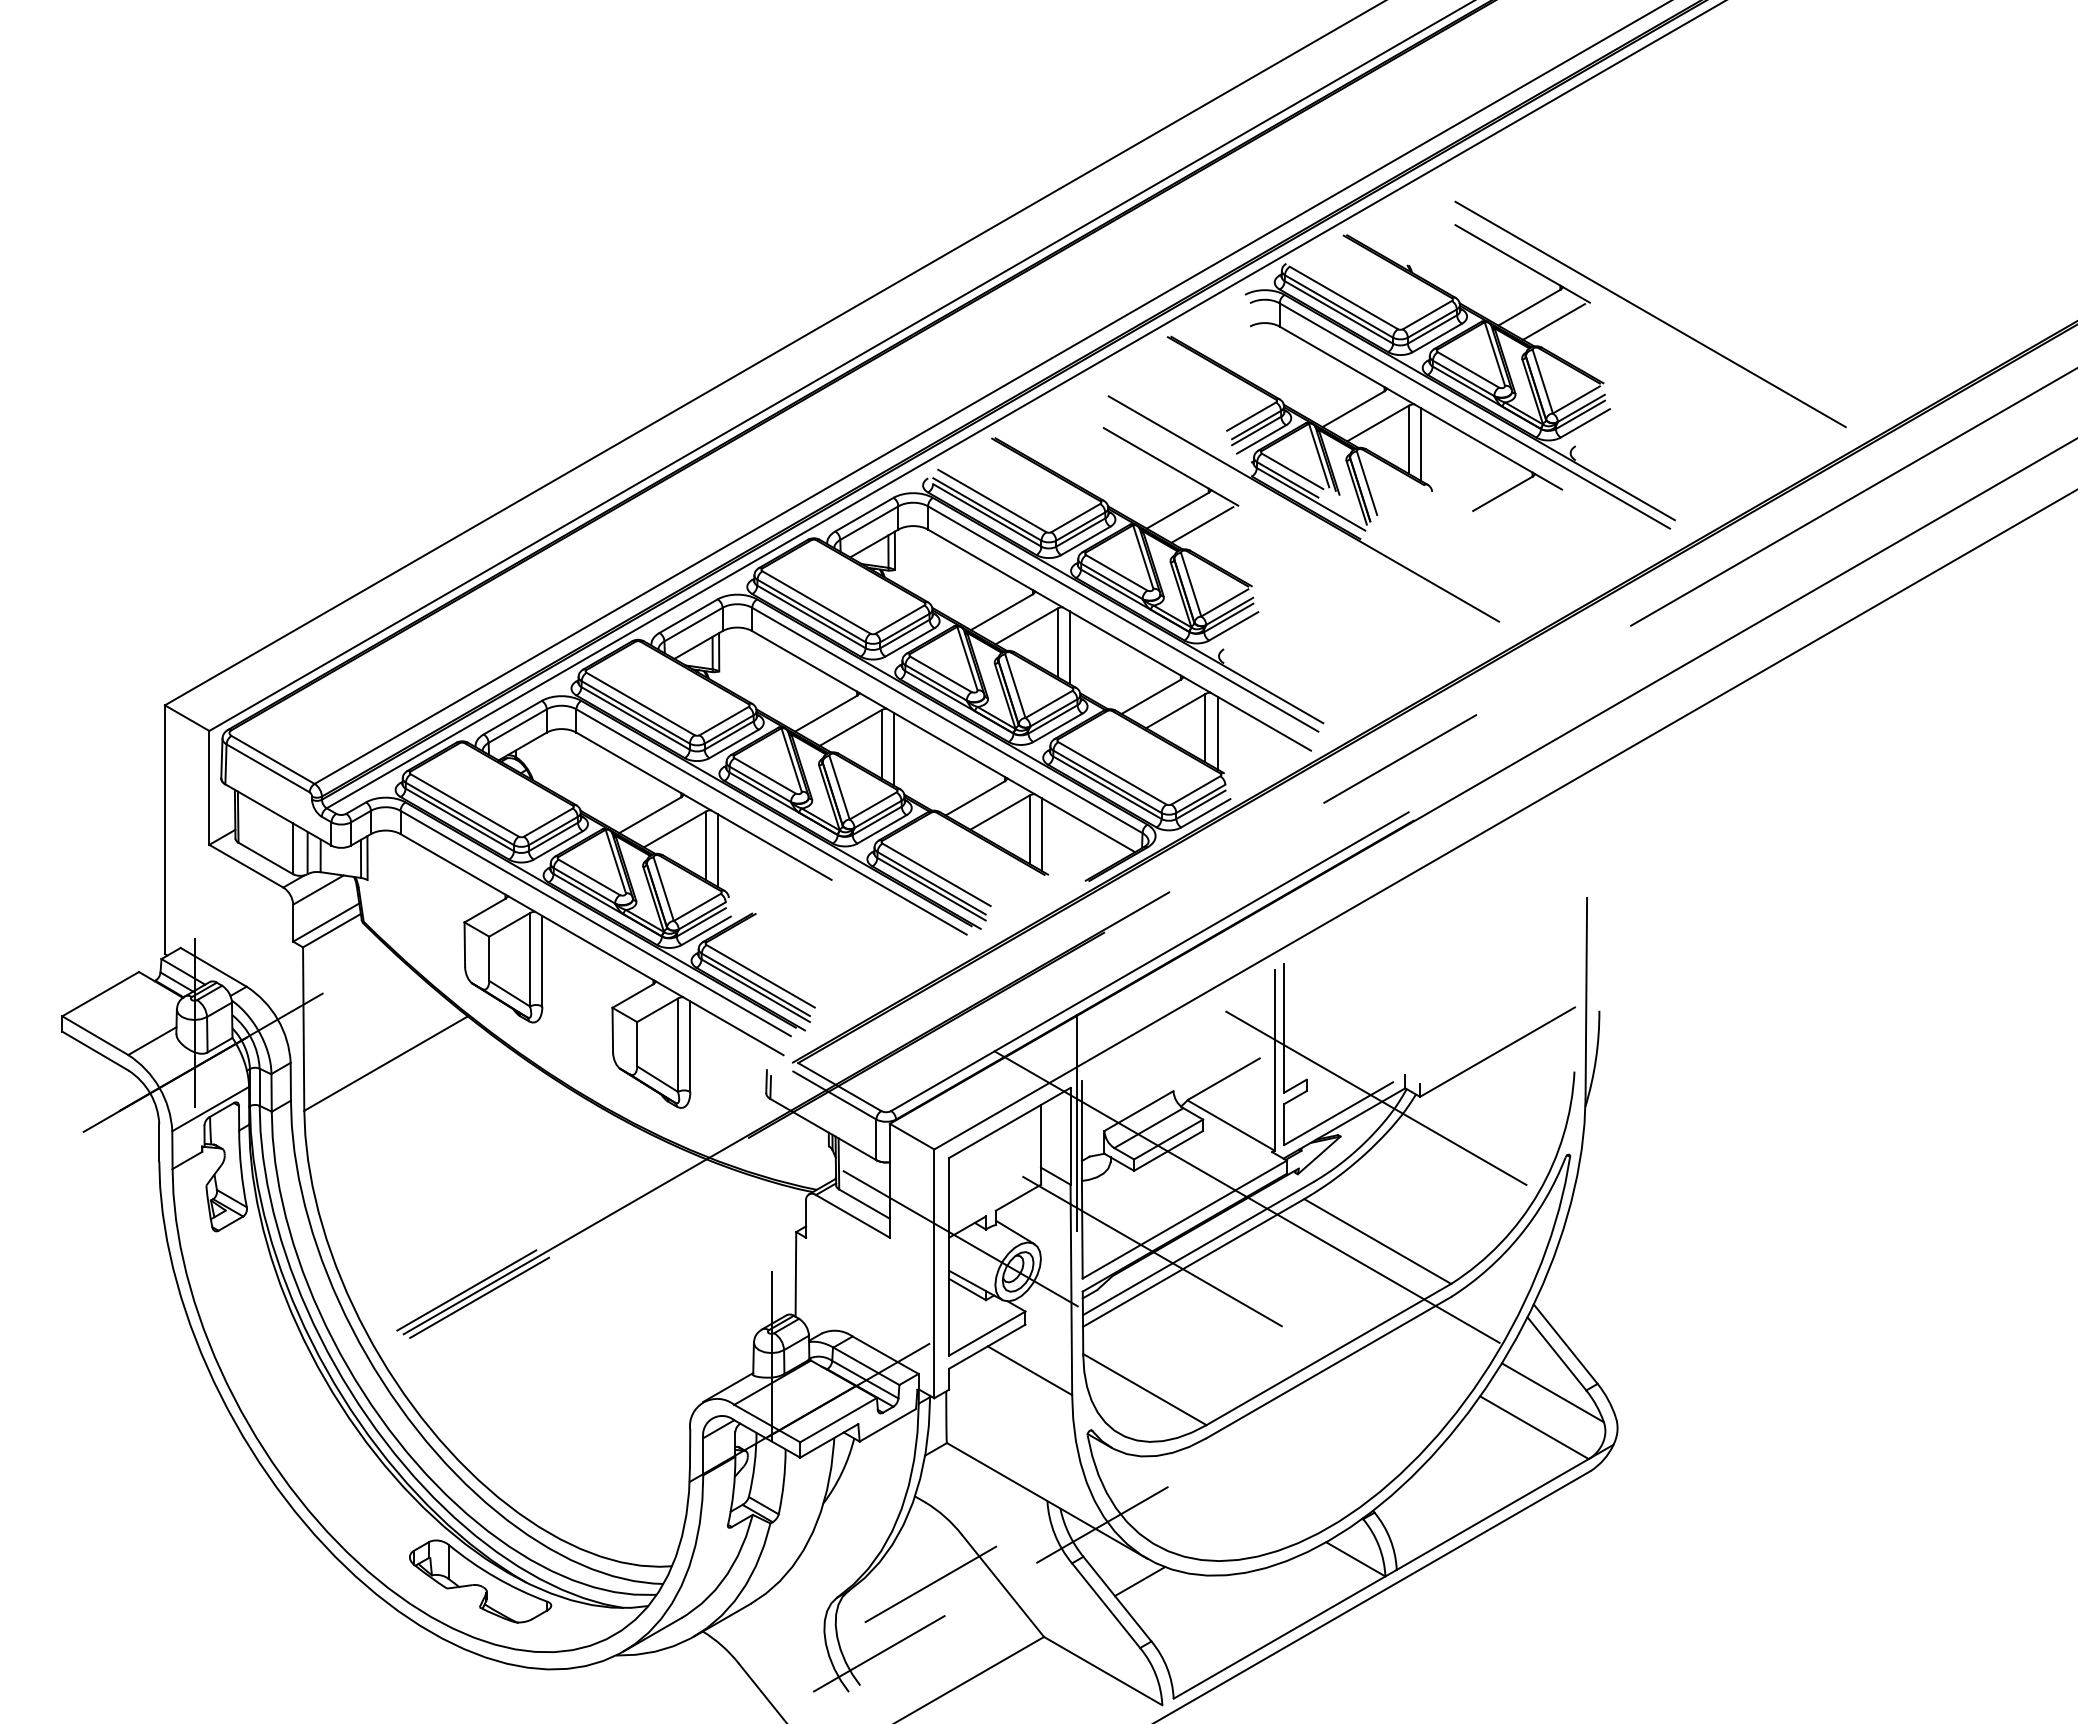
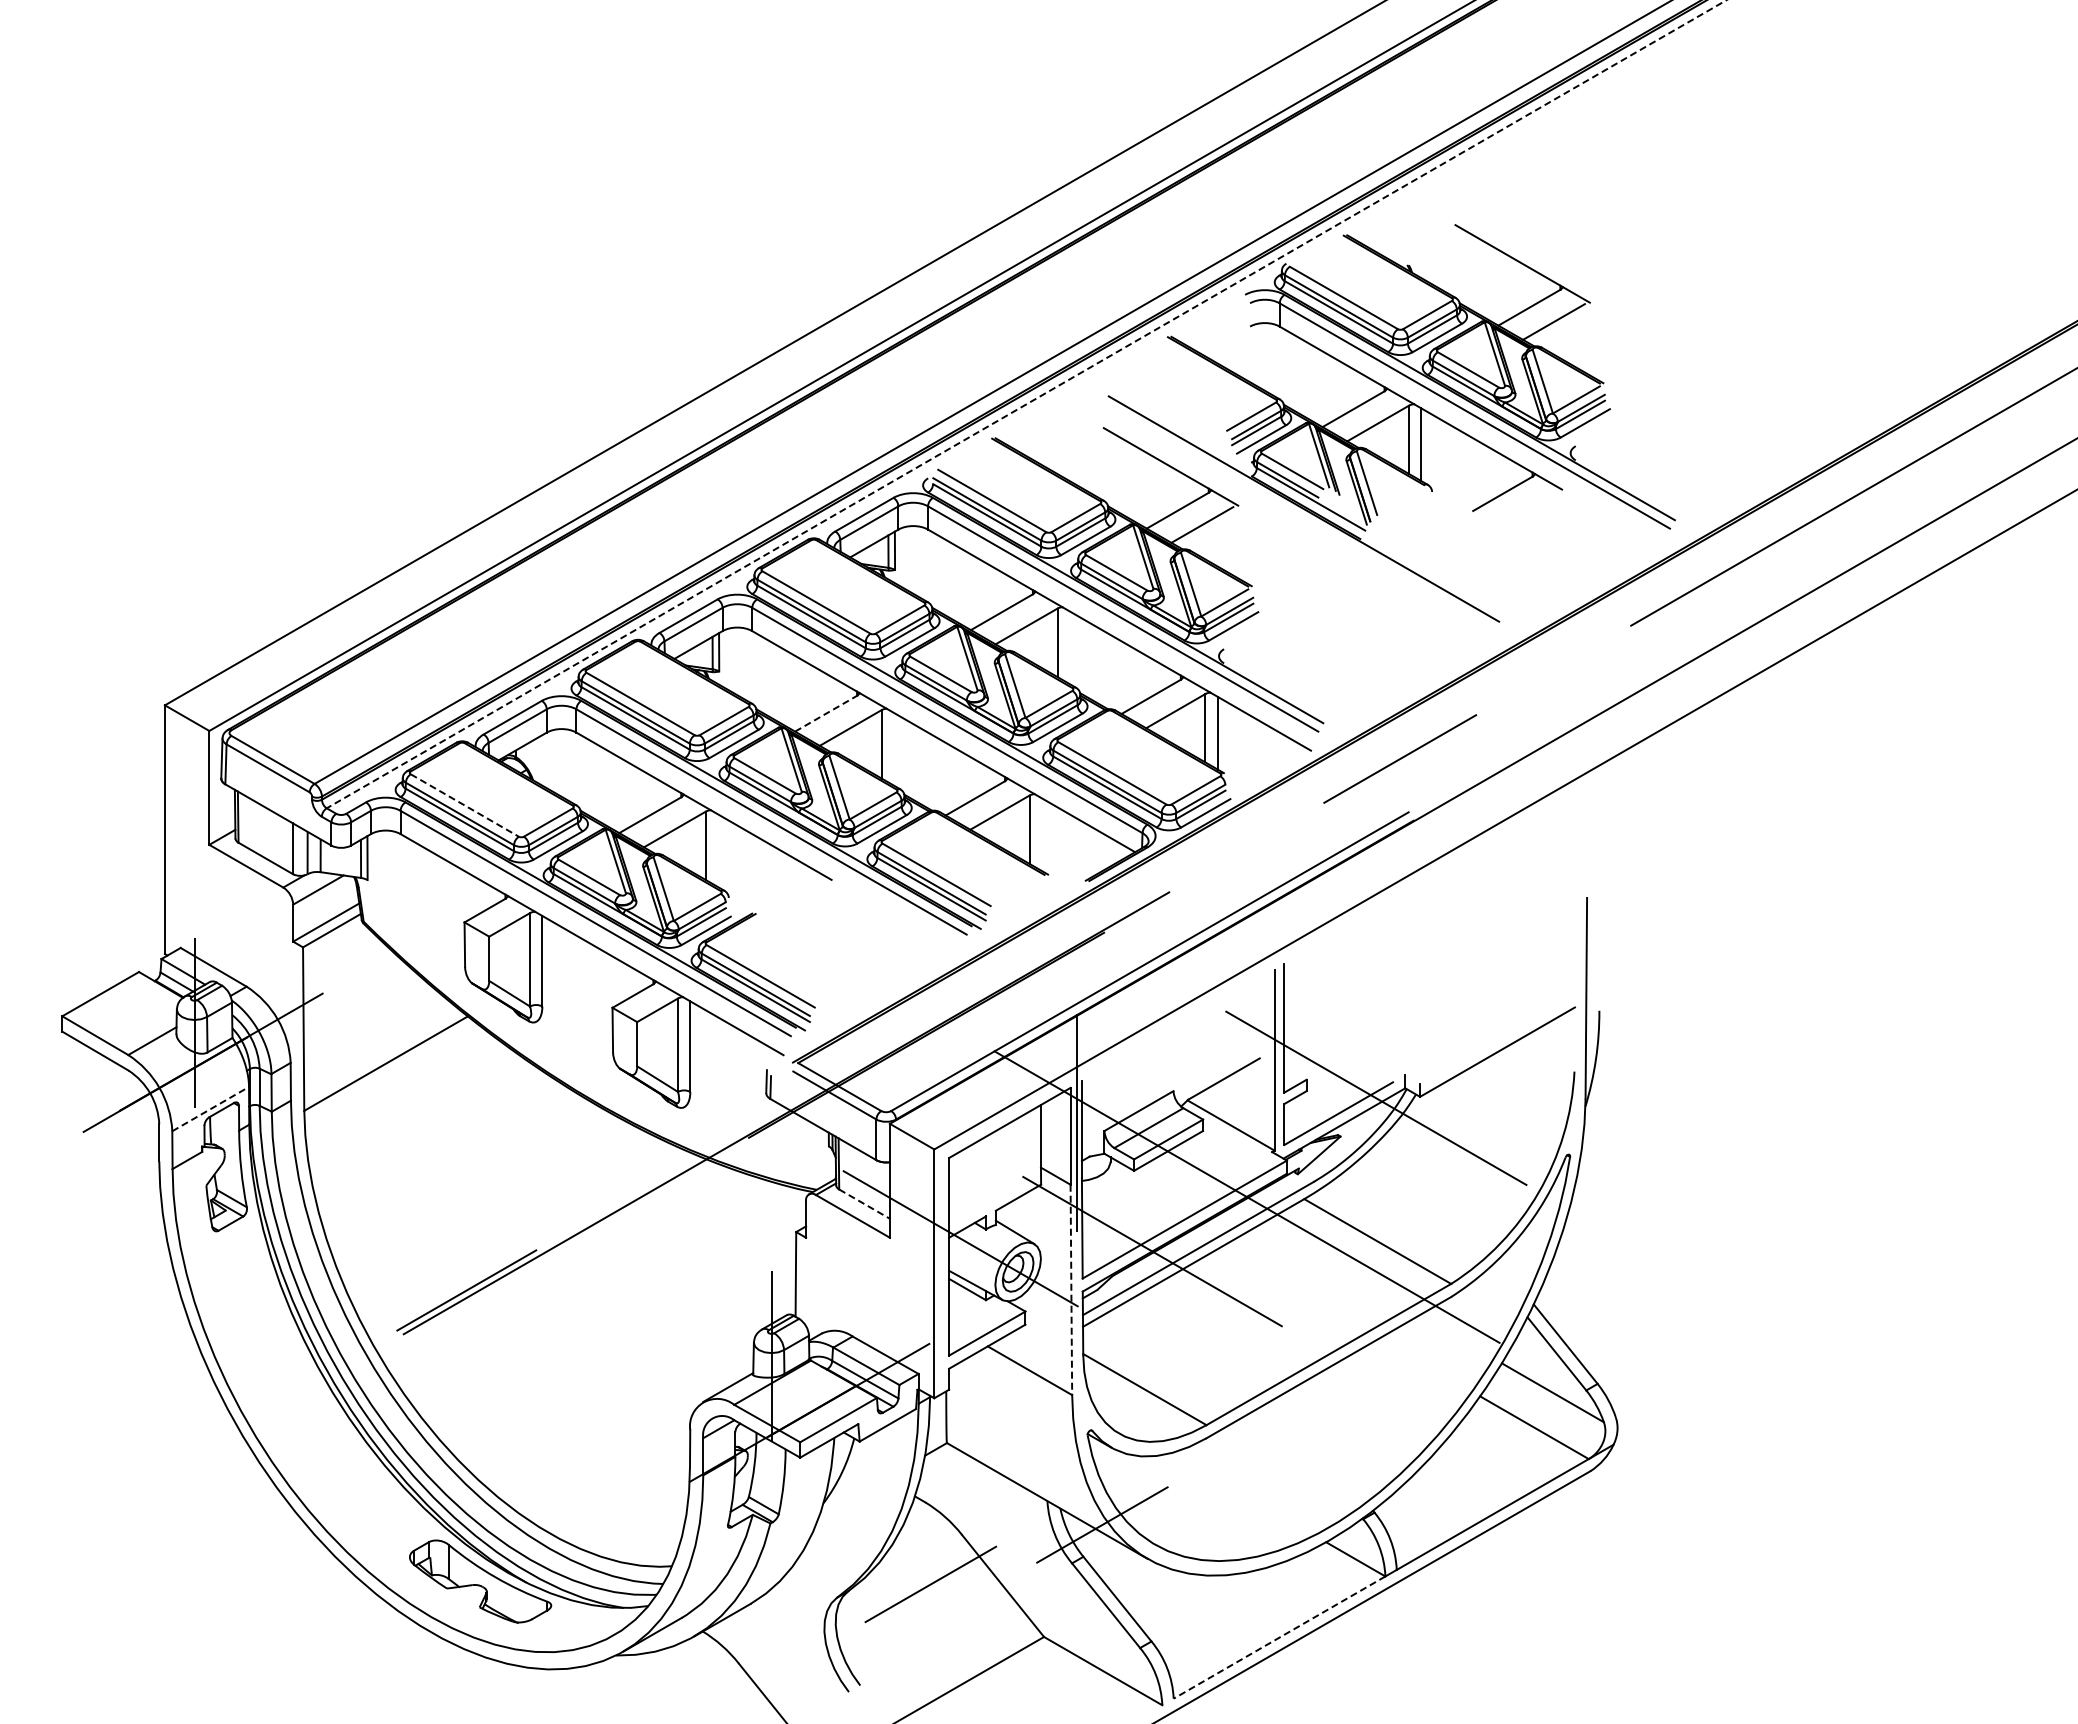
line at (1650, 314): present -> none
line at (1026, 404): solid -> dashed
line at (1069, 647): present -> none
line at (826, 713): solid -> dashed
line at (894, 748): present -> none
line at (465, 805): solid -> dashed
line at (1041, 834): present -> none
line at (718, 850): present -> none
line at (211, 1108): solid -> dashed
line at (865, 1204): solid -> dashed
line at (1071, 1290): solid -> dashed
line at (479, 1297): present -> none
line at (1139, 1581): present -> none
line at (1279, 1637): solid -> dashed
line at (879, 1653): present -> none
